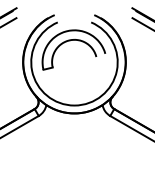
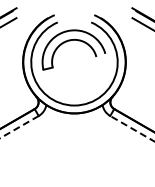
line at (19, 126): solid -> dashed
line at (131, 128): solid -> dashed
